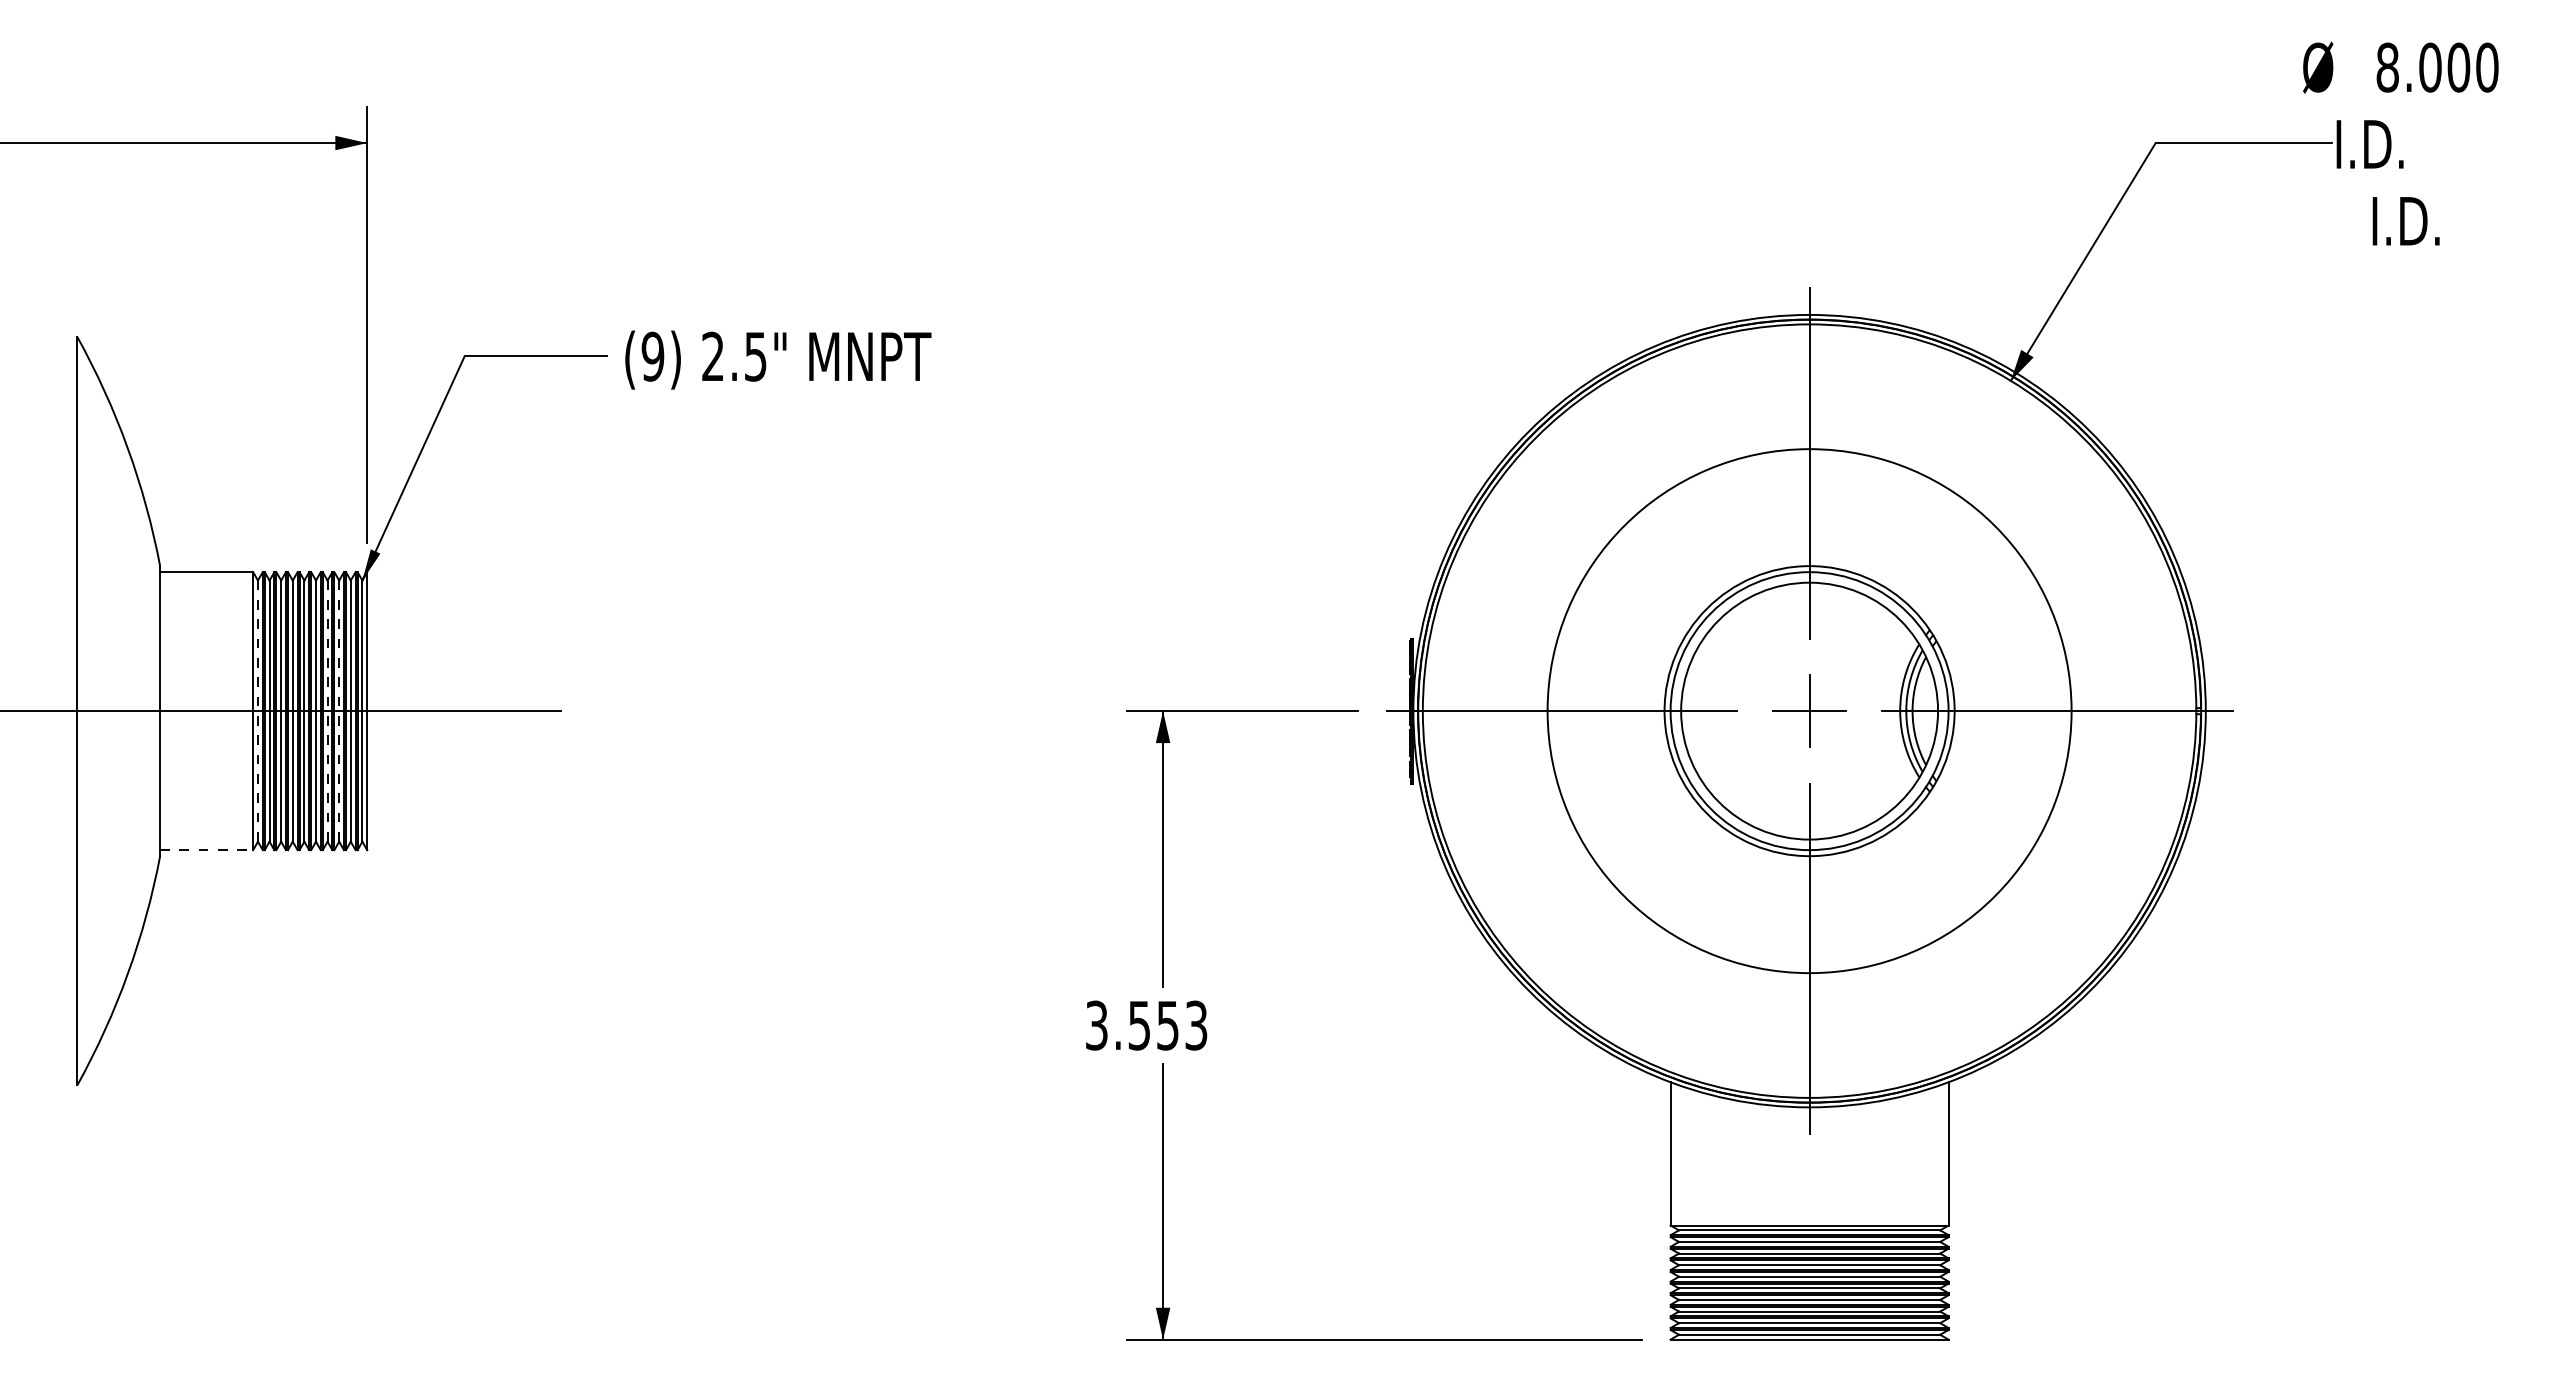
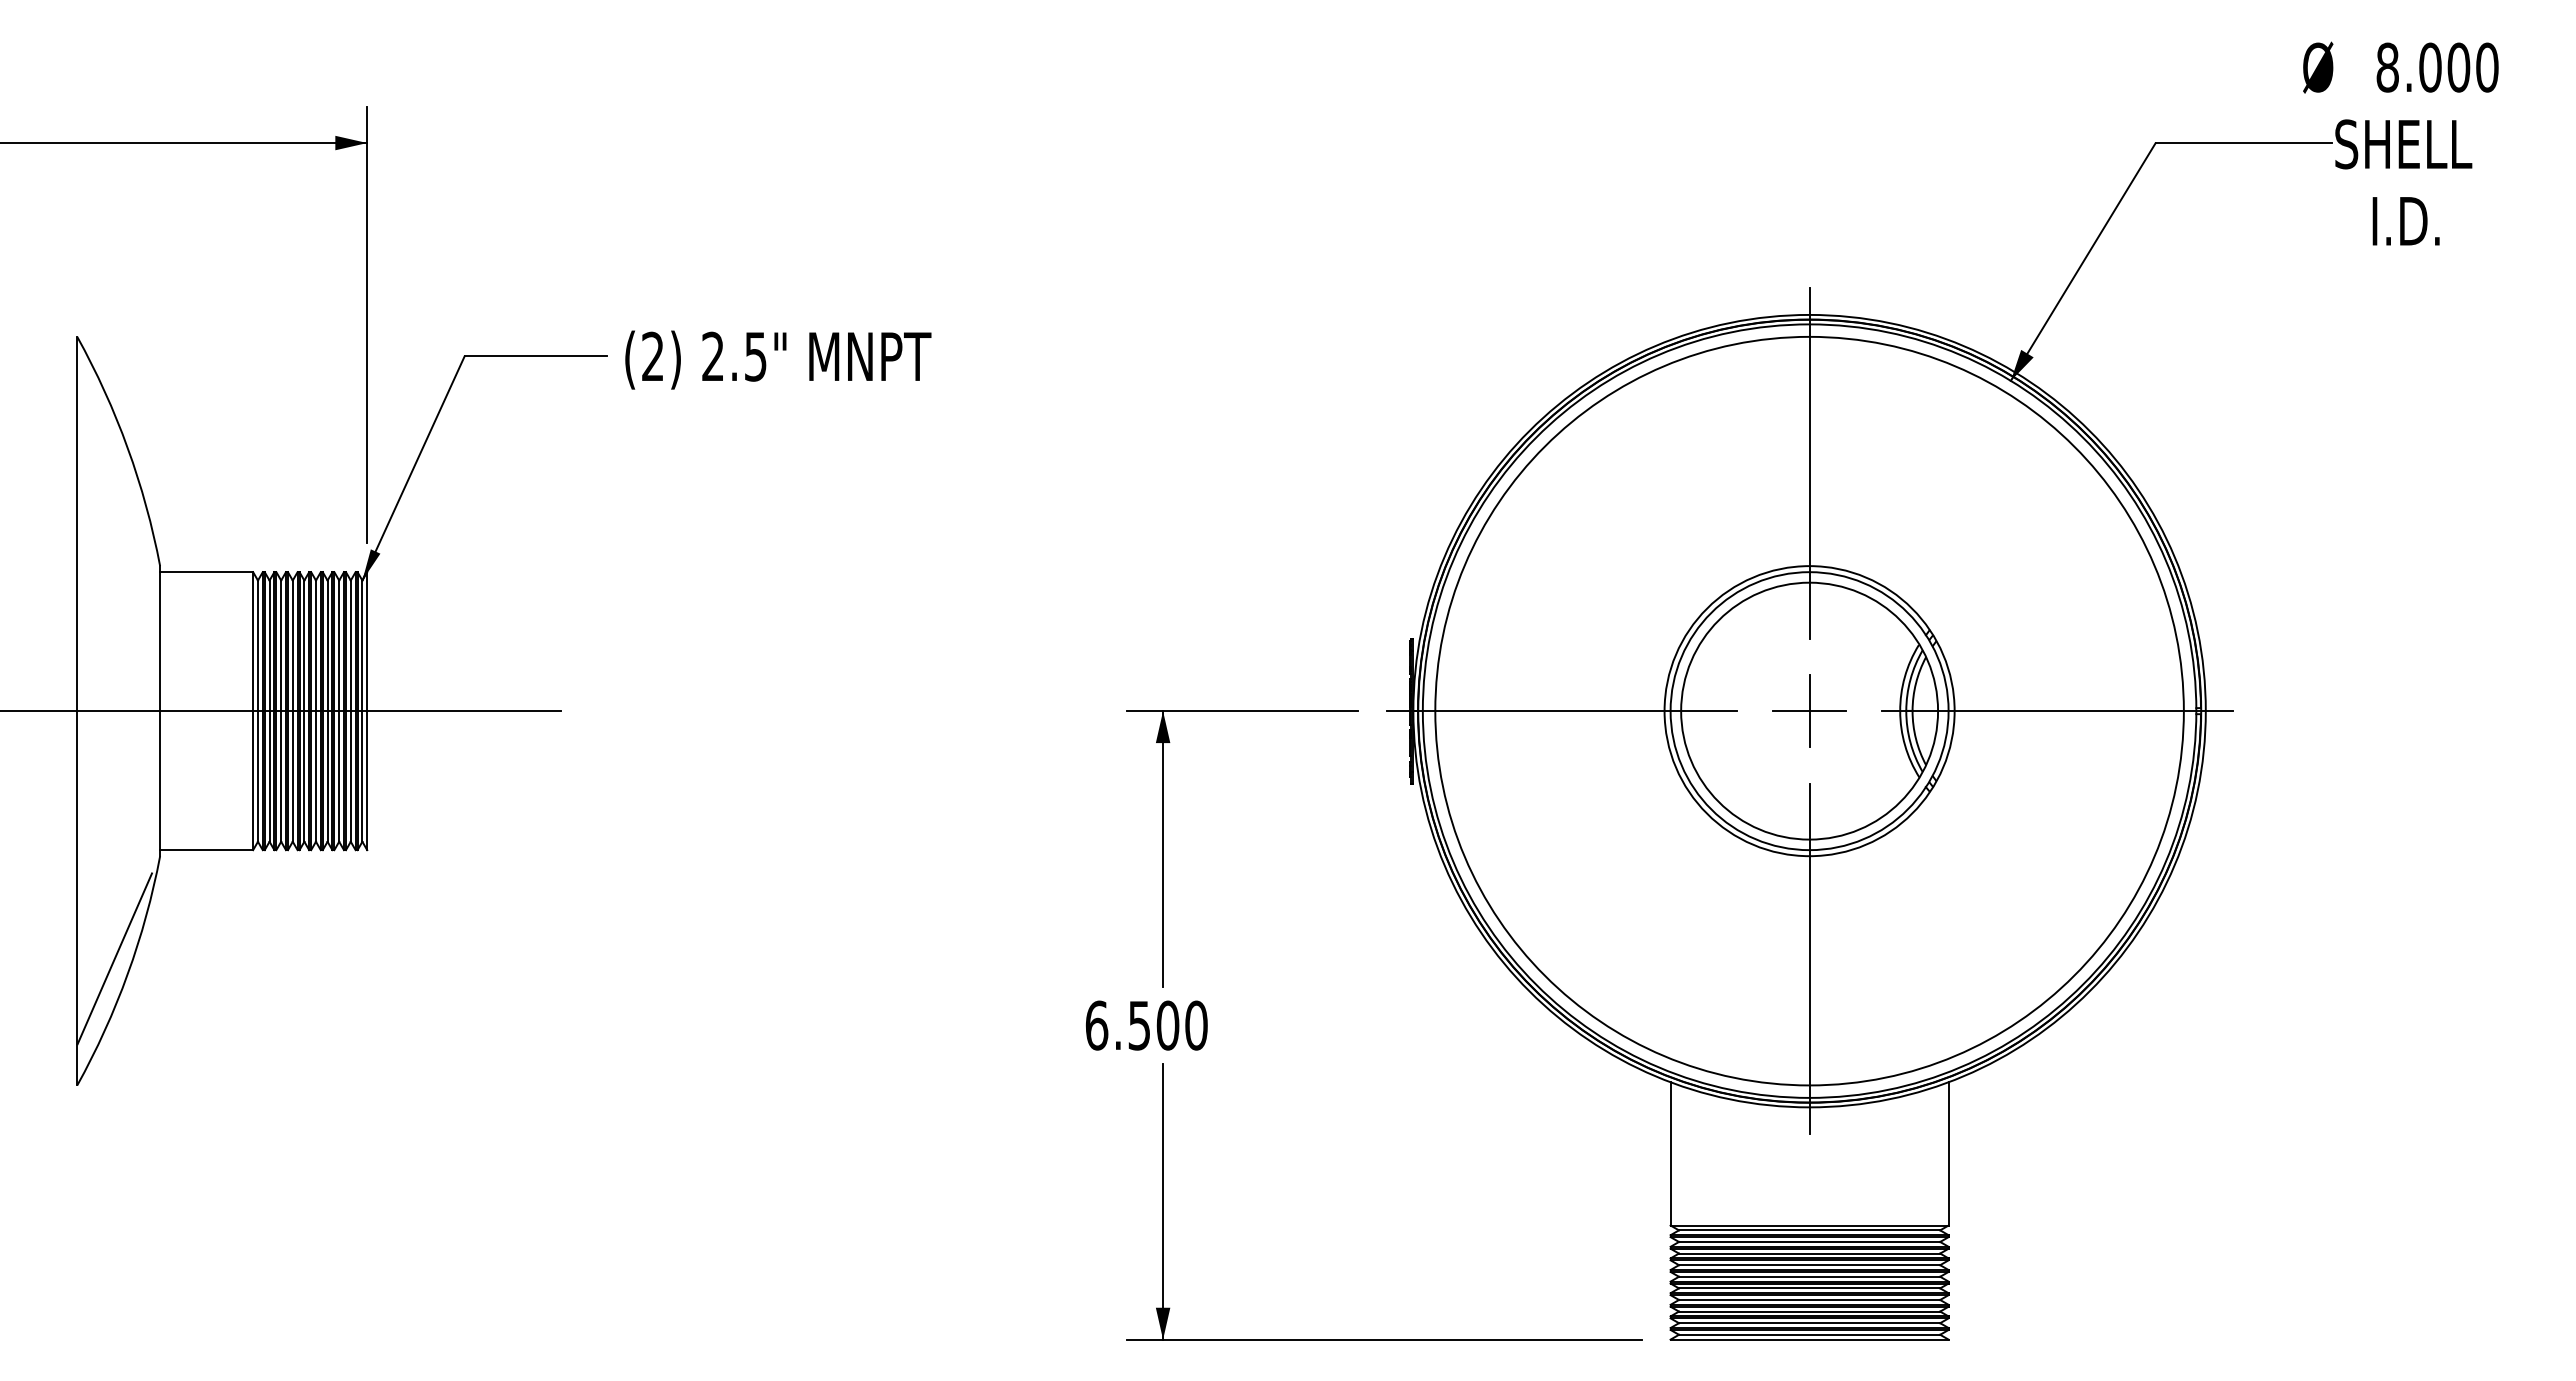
text at (2403, 144): I.D. -> SHELL
text at (652, 356): (9) -> (2)
line at (257, 711): dashed -> solid
line at (327, 711): dashed -> solid
line at (339, 711): dashed -> solid
circle at (1809, 711) diameter: 524 px -> 749 px
line at (206, 850): dashed -> solid
line at (114, 958): none -> present
text at (1146, 1025): 3.553 -> 6.500
